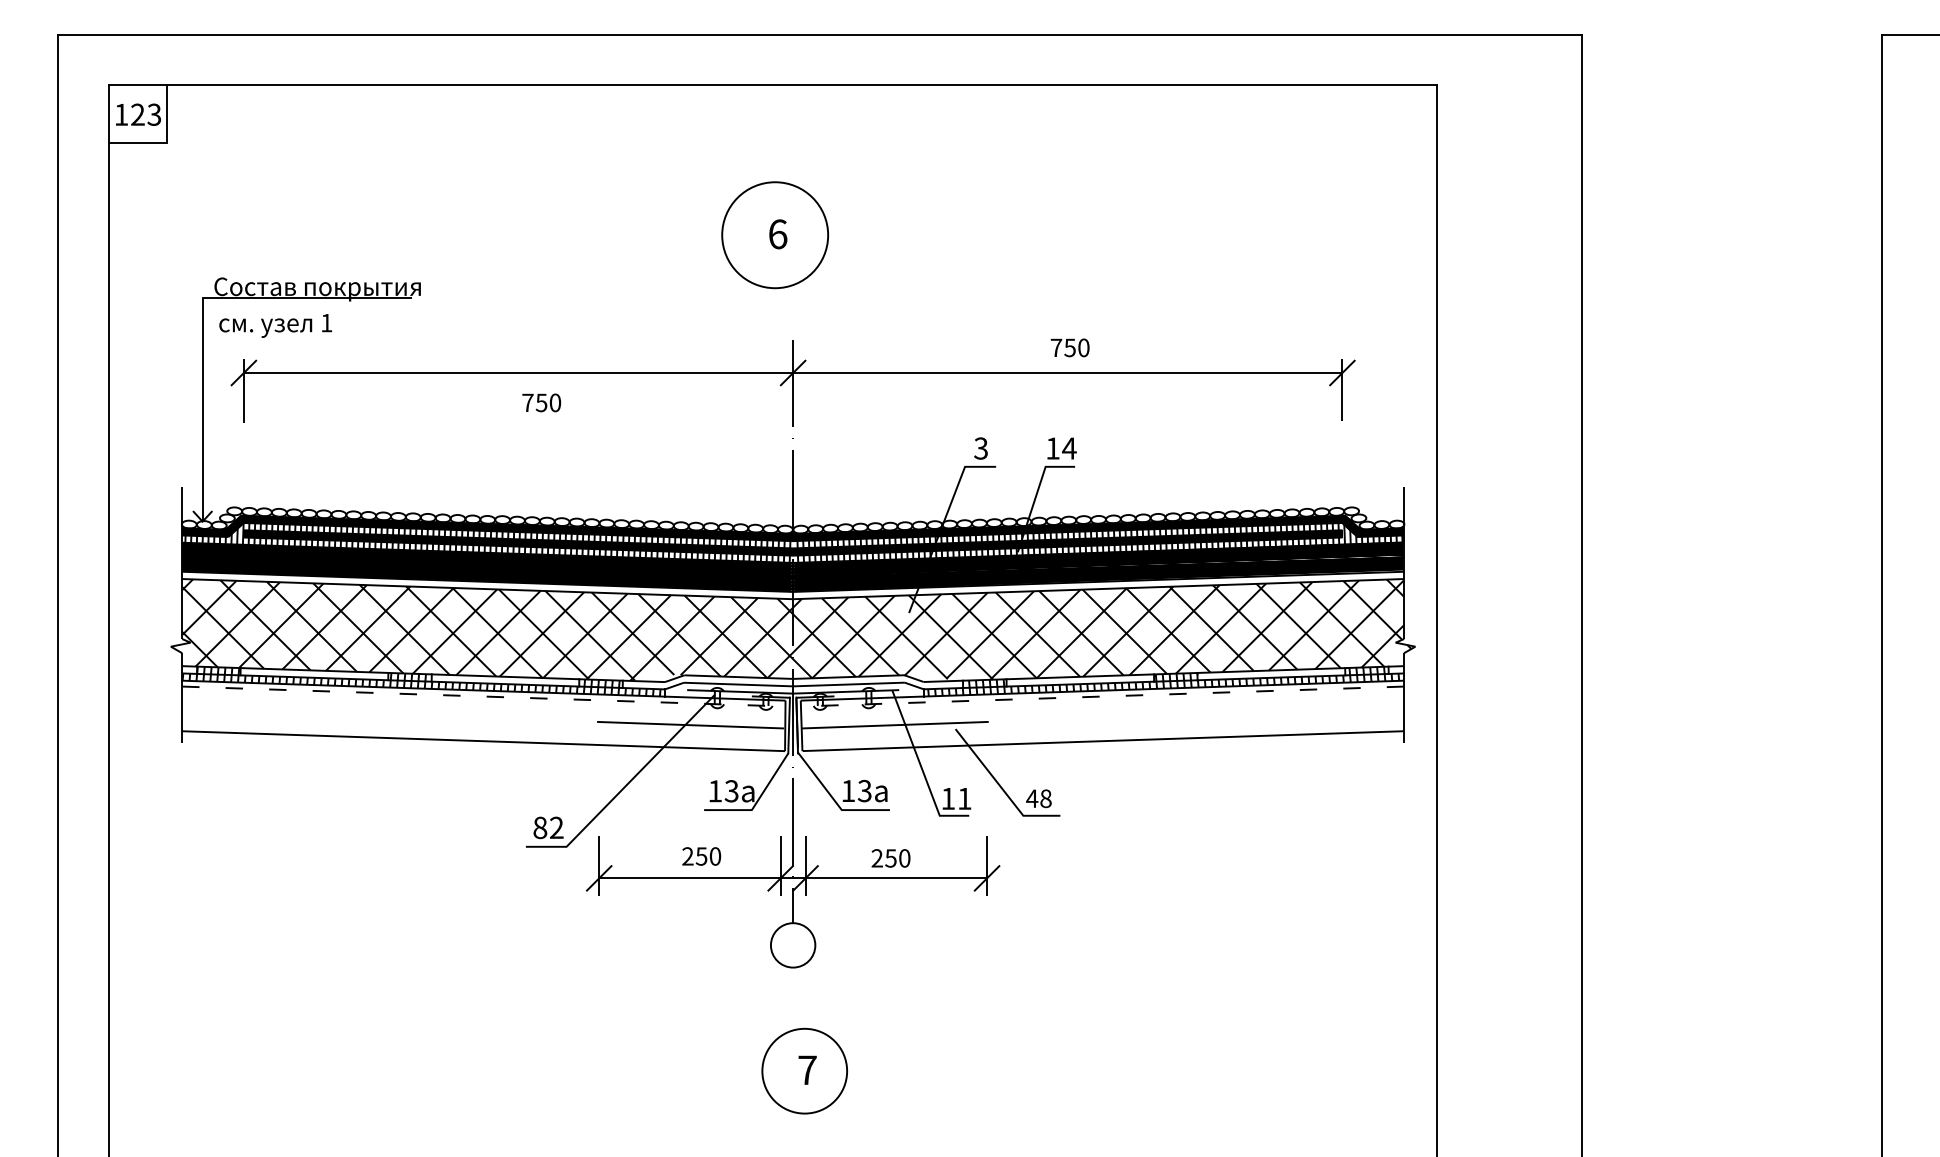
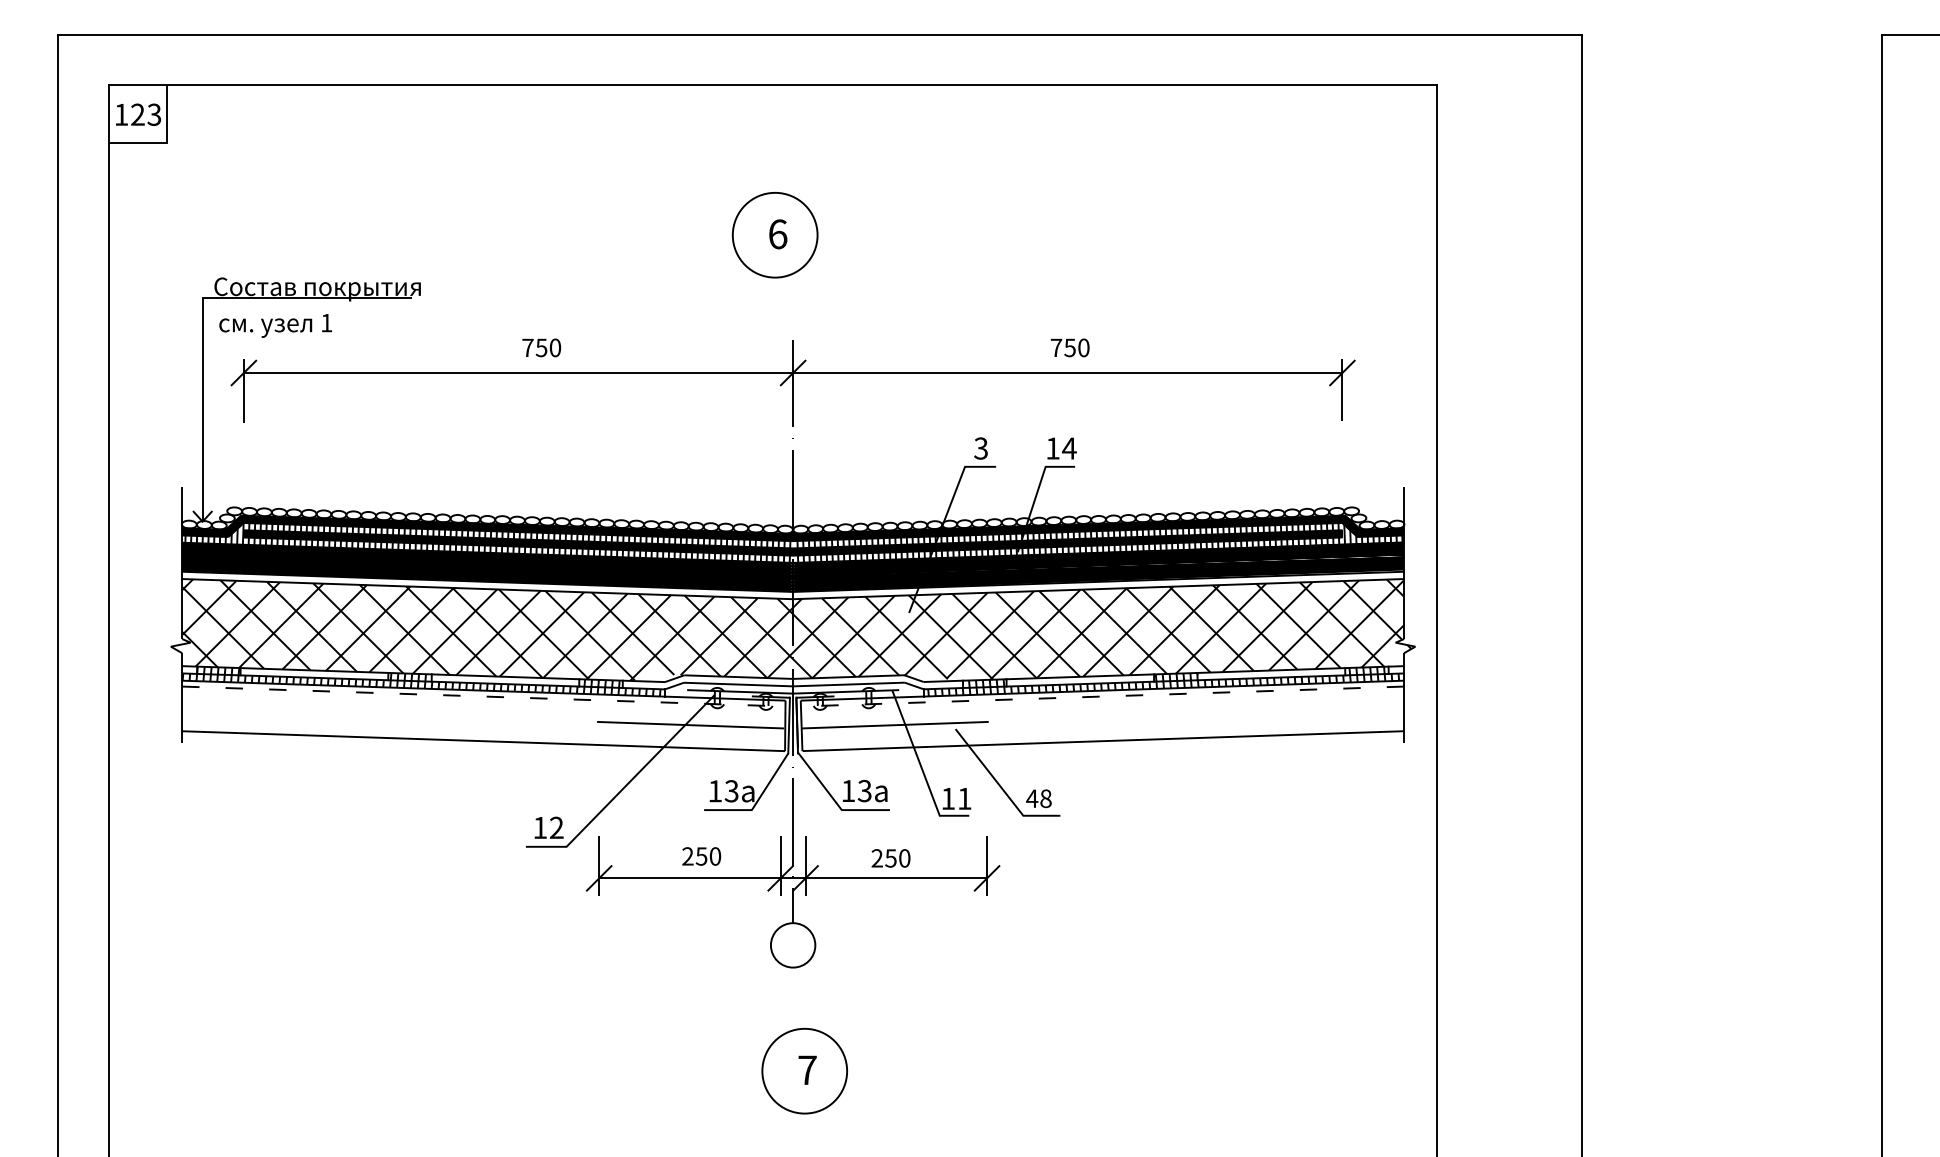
circle at (775, 235) diameter: 106 px -> 85 px
text at (541, 402) position: (541, 402) -> (541, 347)
text at (540, 827): 82 -> 12
